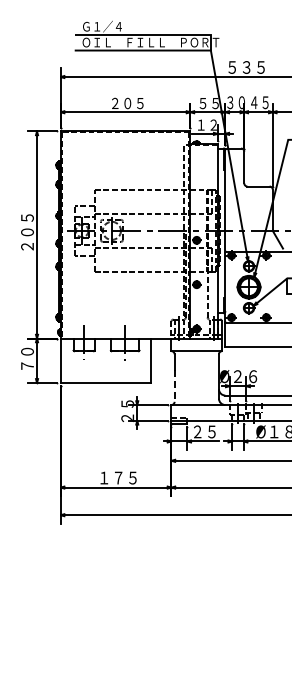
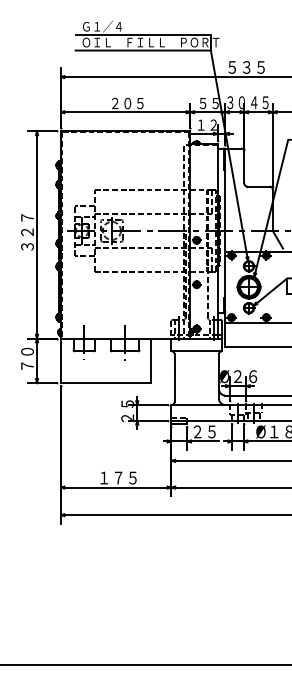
text at (27, 232): ２０５ -> ３２７
line at (174, 386): dashed -> solid
line at (145, 665): none -> present
